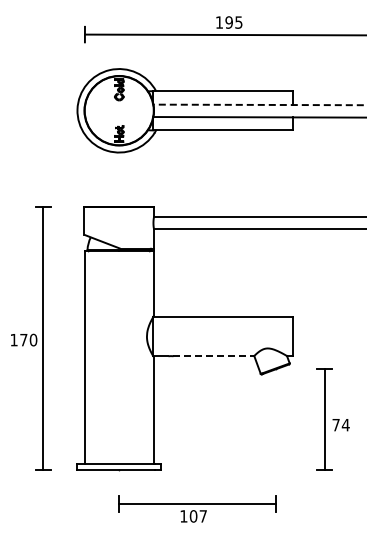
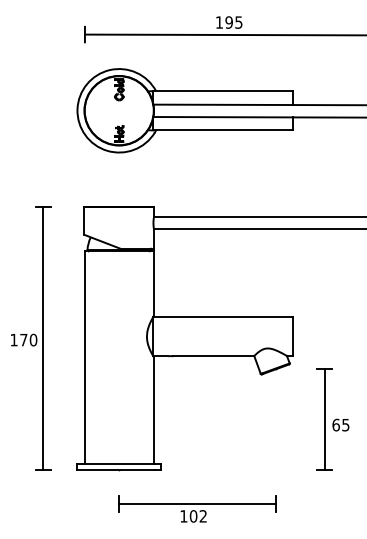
line at (260, 104): dashed -> solid
line at (214, 356): dashed -> solid
text at (340, 424): 74 -> 65
text at (202, 516): 107 -> 102
